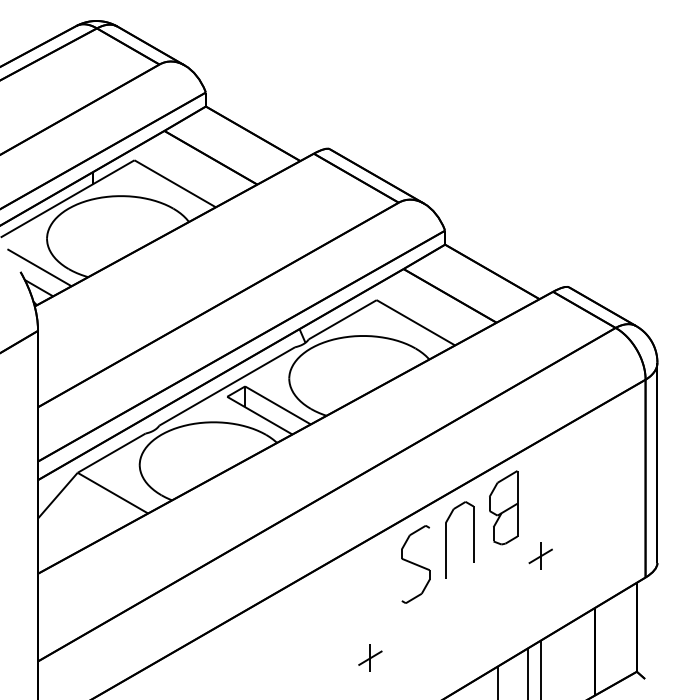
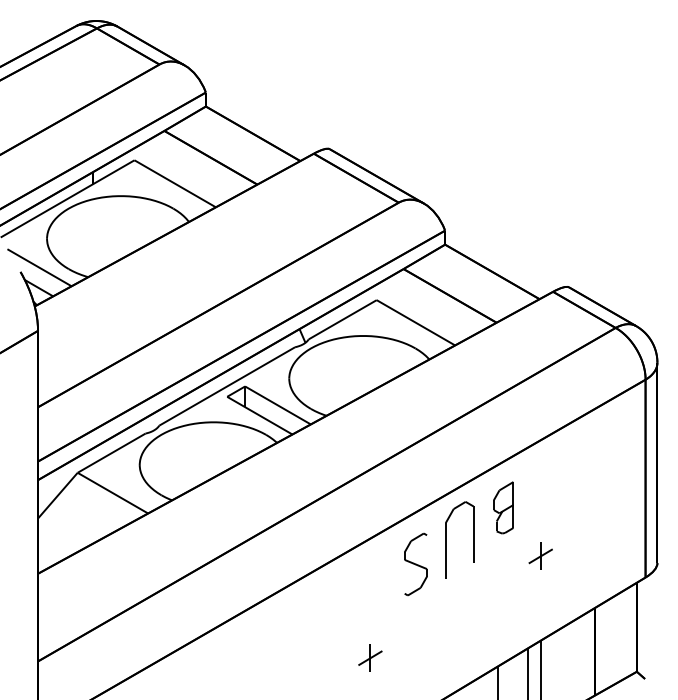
part at (503, 507) size: 30x76 px -> 21x54 px
part at (415, 564) size: 30x79 px -> 24x65 px
